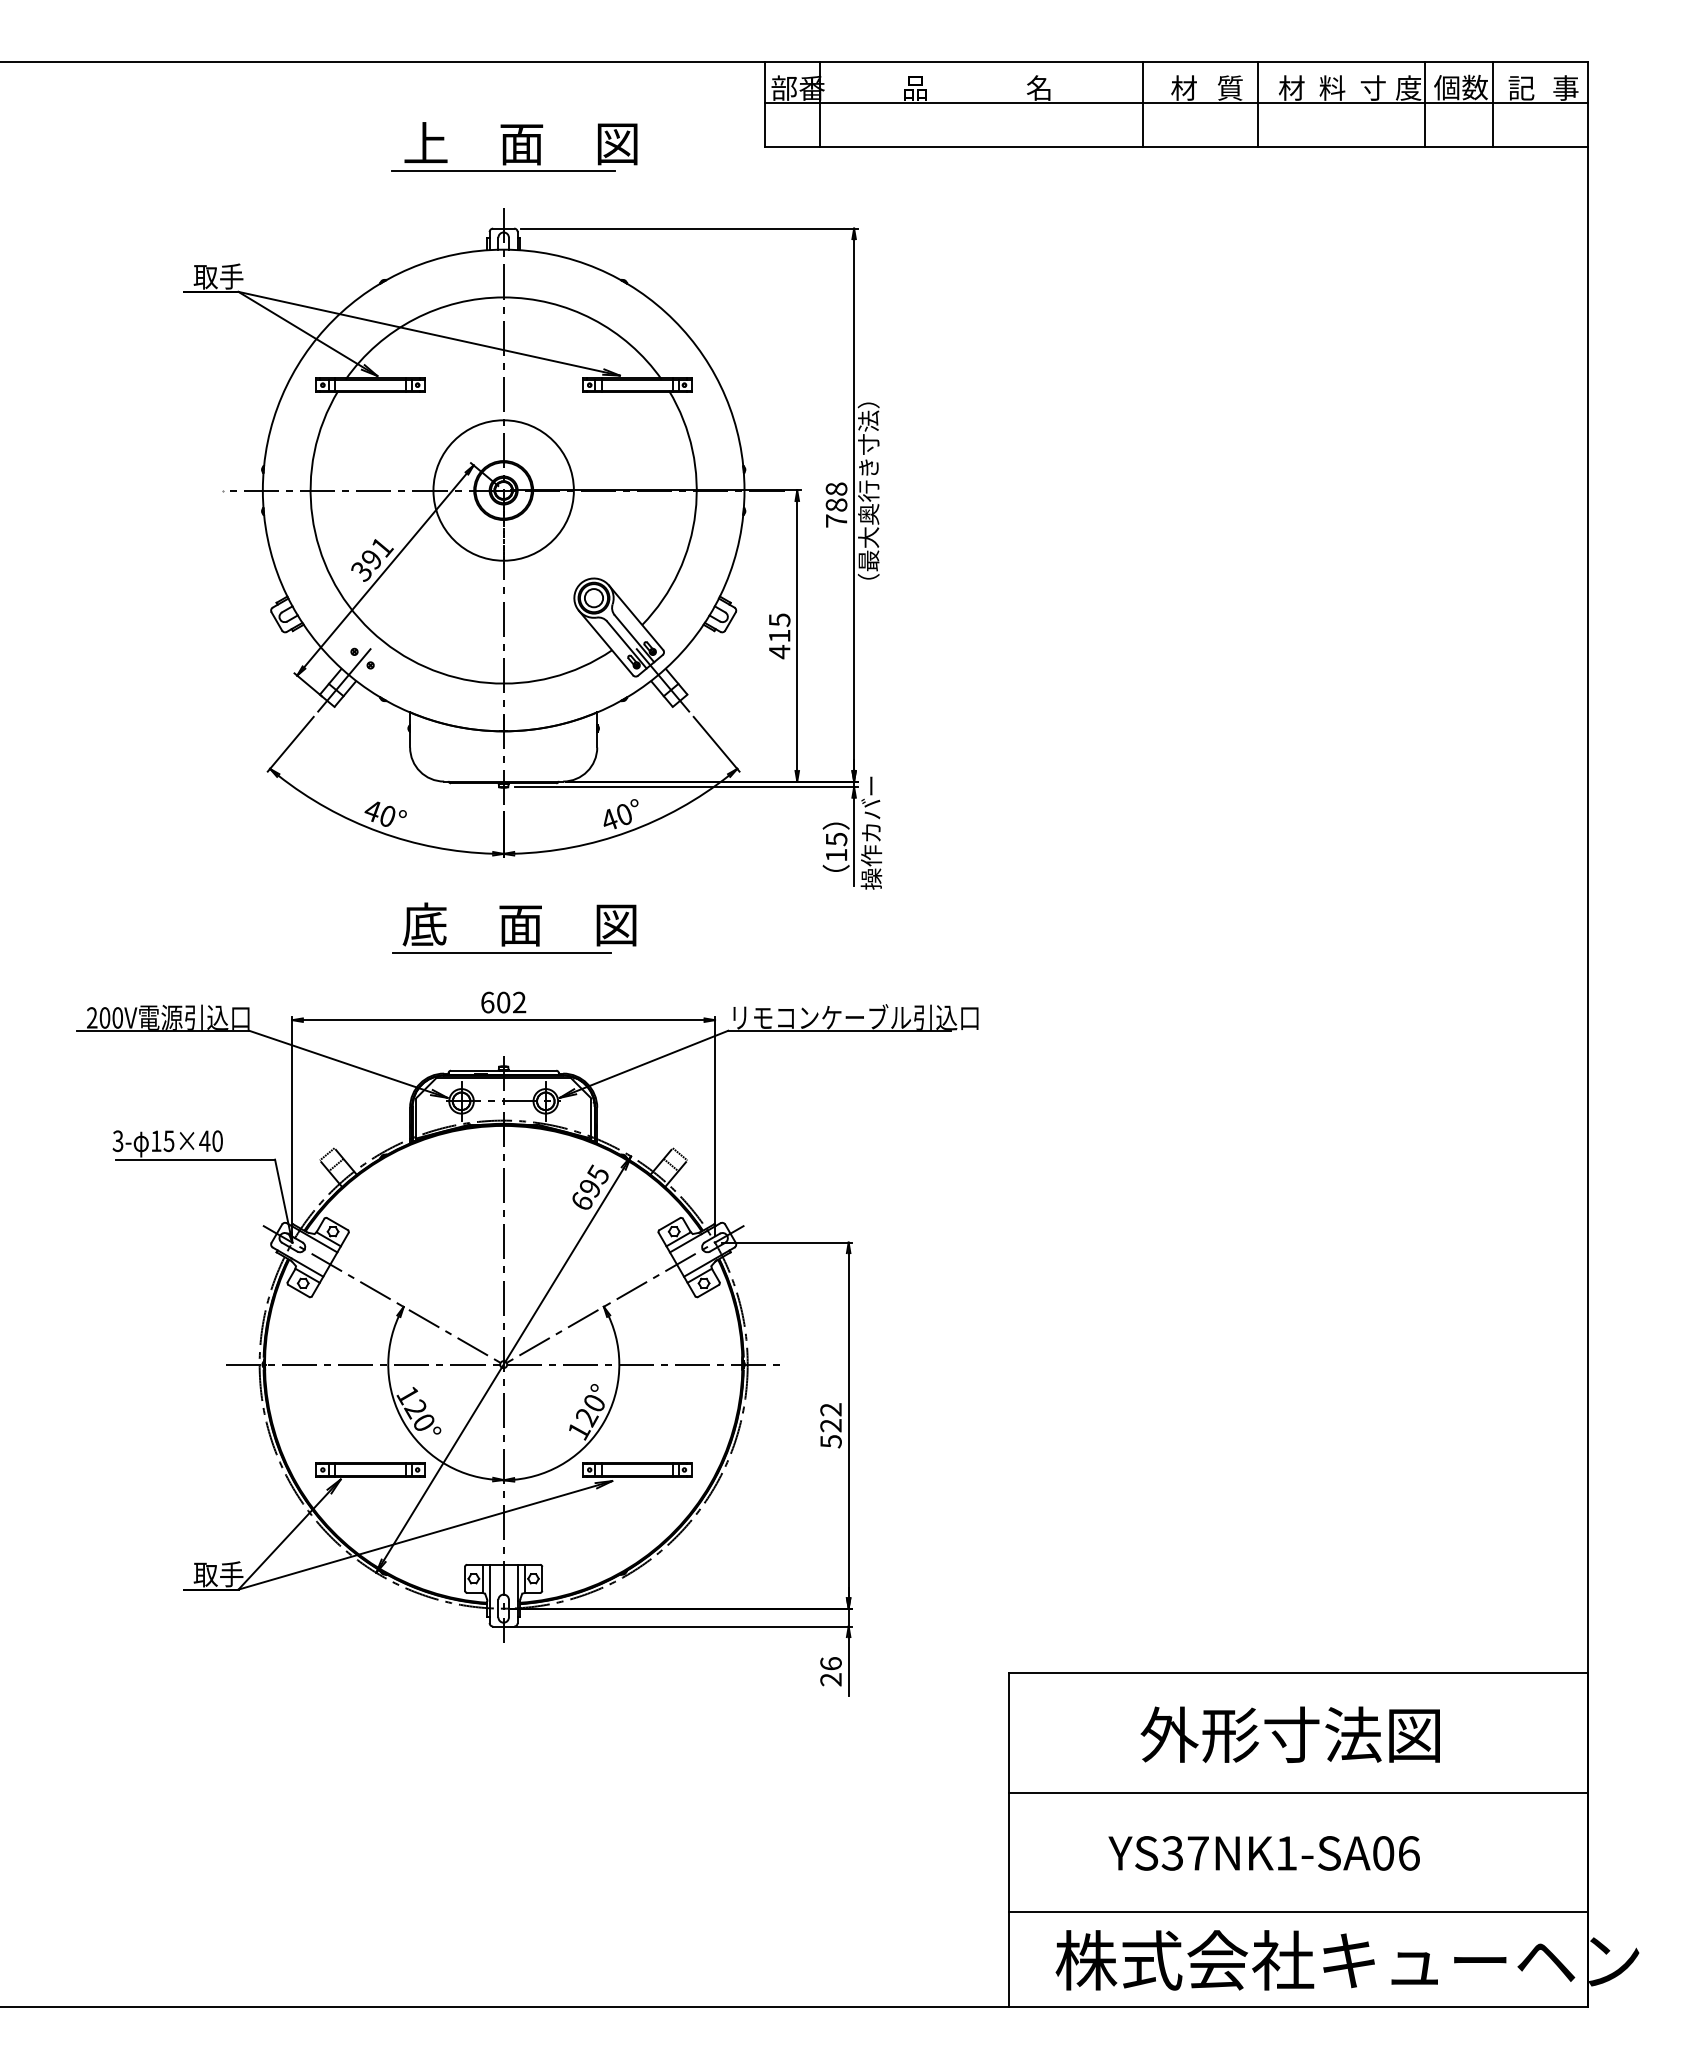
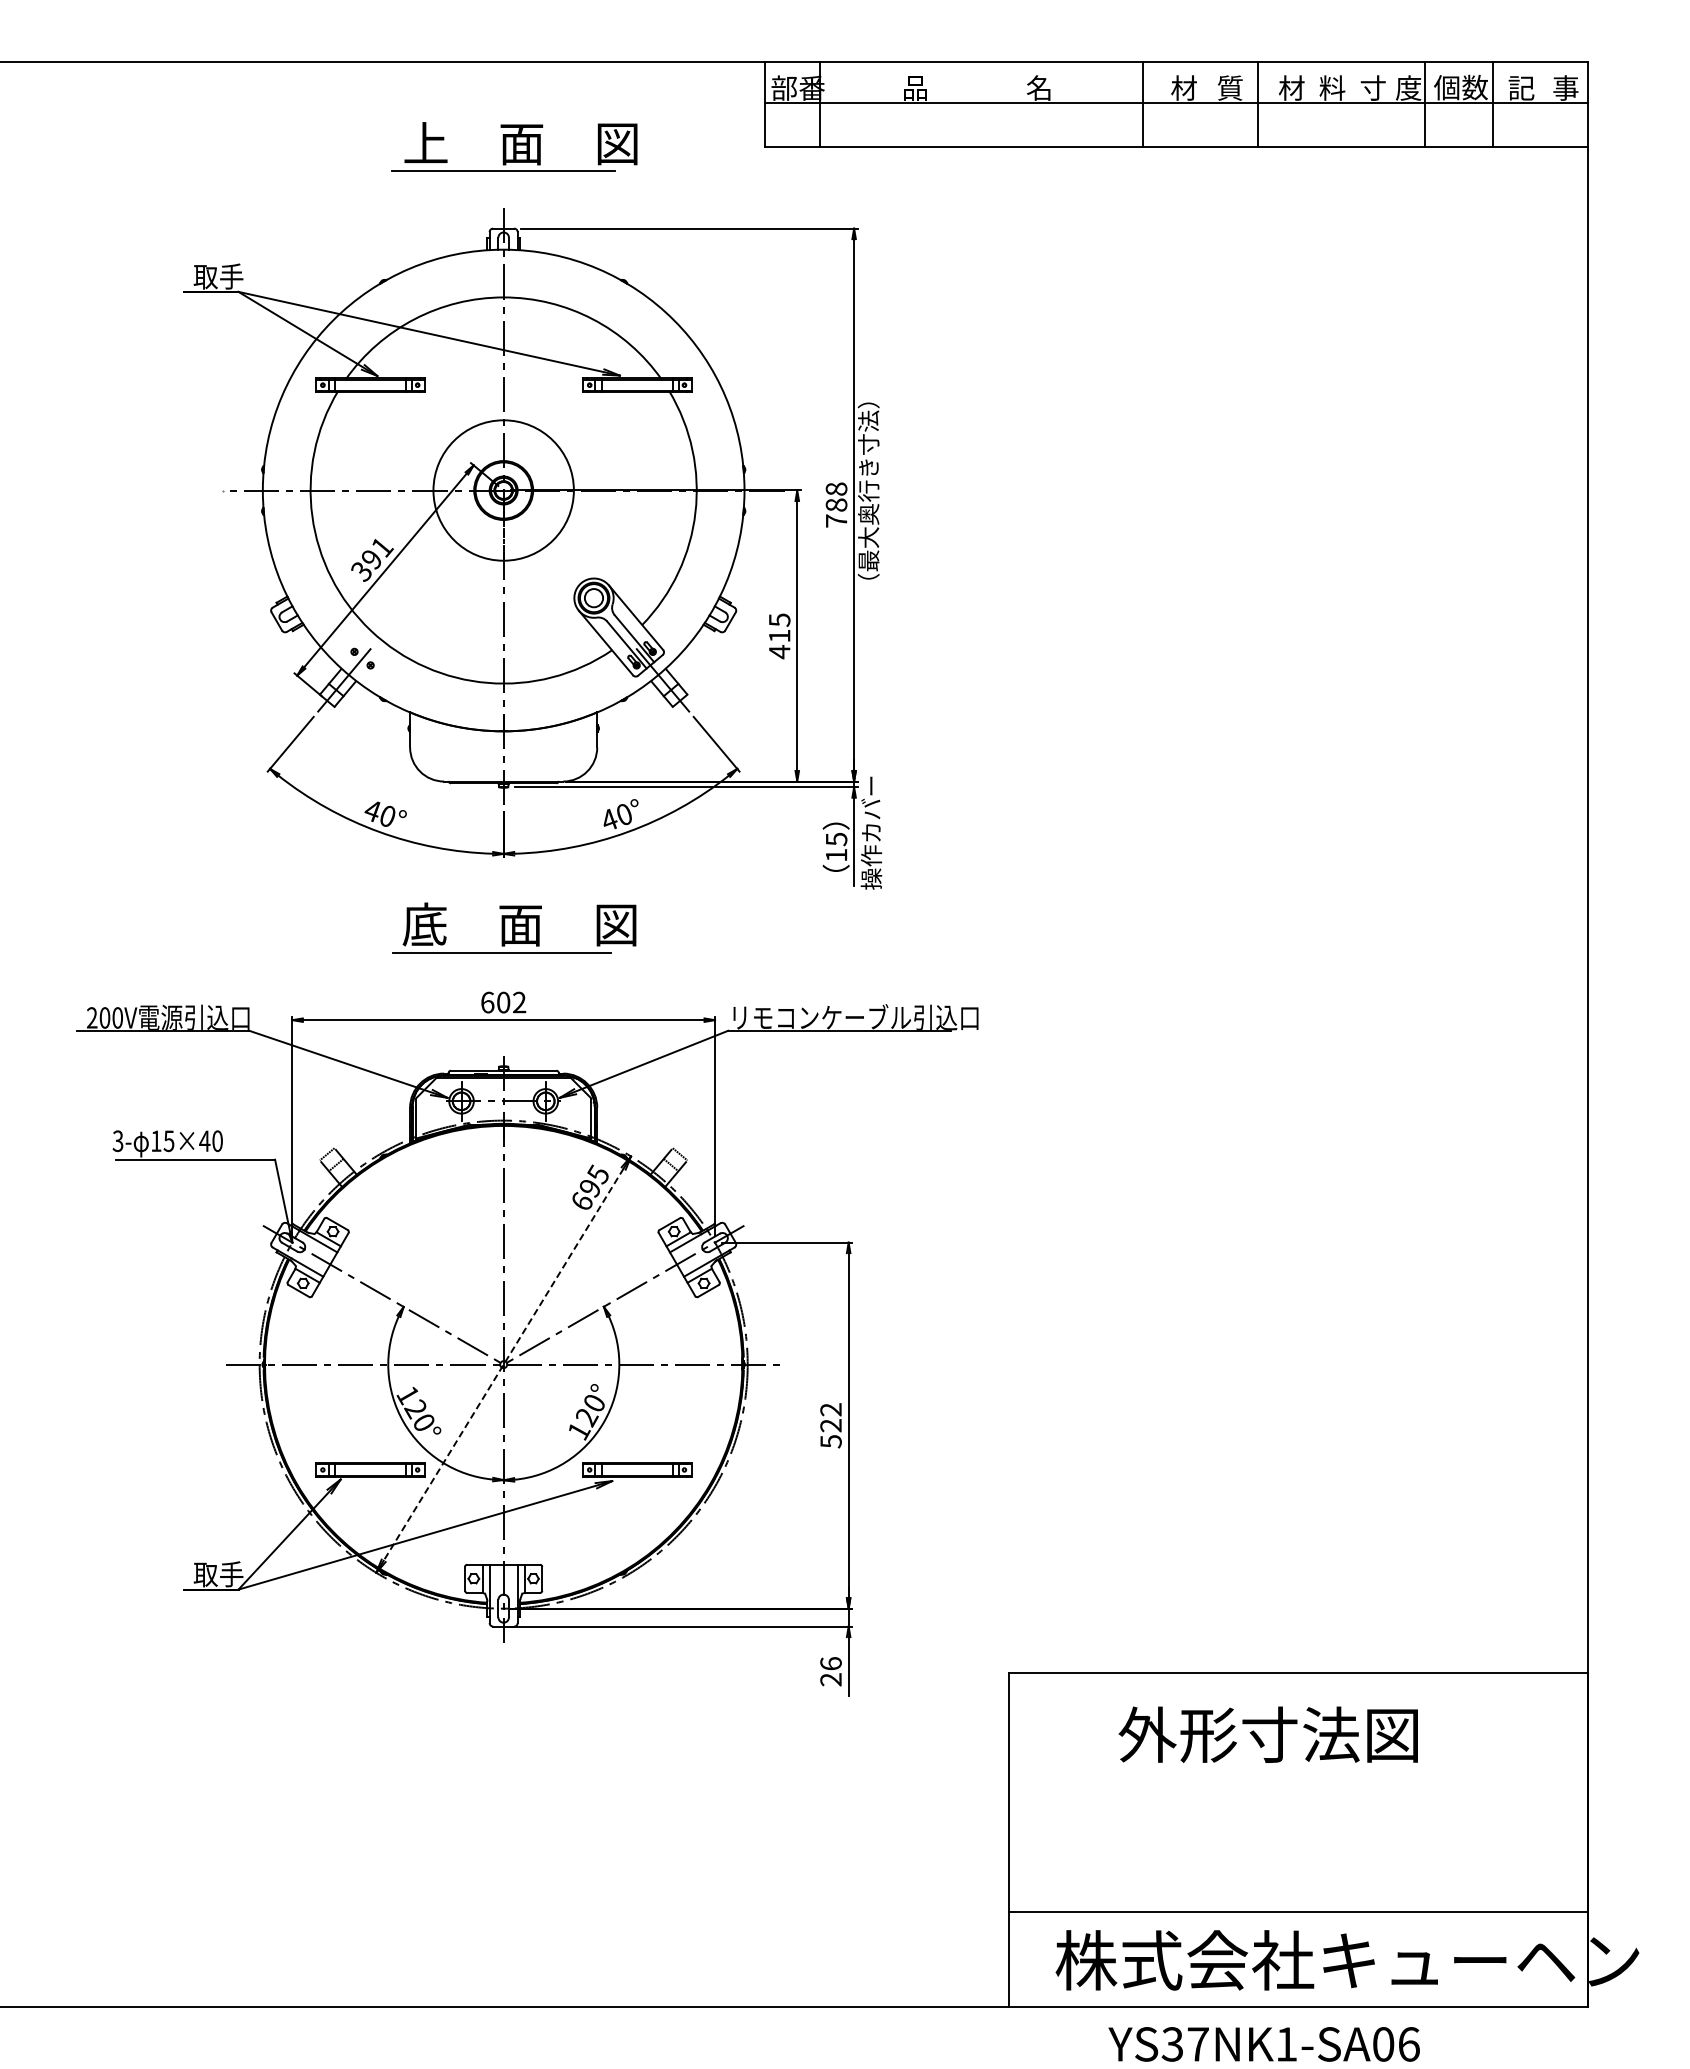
line at (503, 1364): solid -> dashed
text at (1289, 1734) position: (1289, 1734) -> (1267, 1734)
line at (1298, 1792): present -> none
text at (1263, 1853) position: (1263, 1853) -> (1263, 2044)
